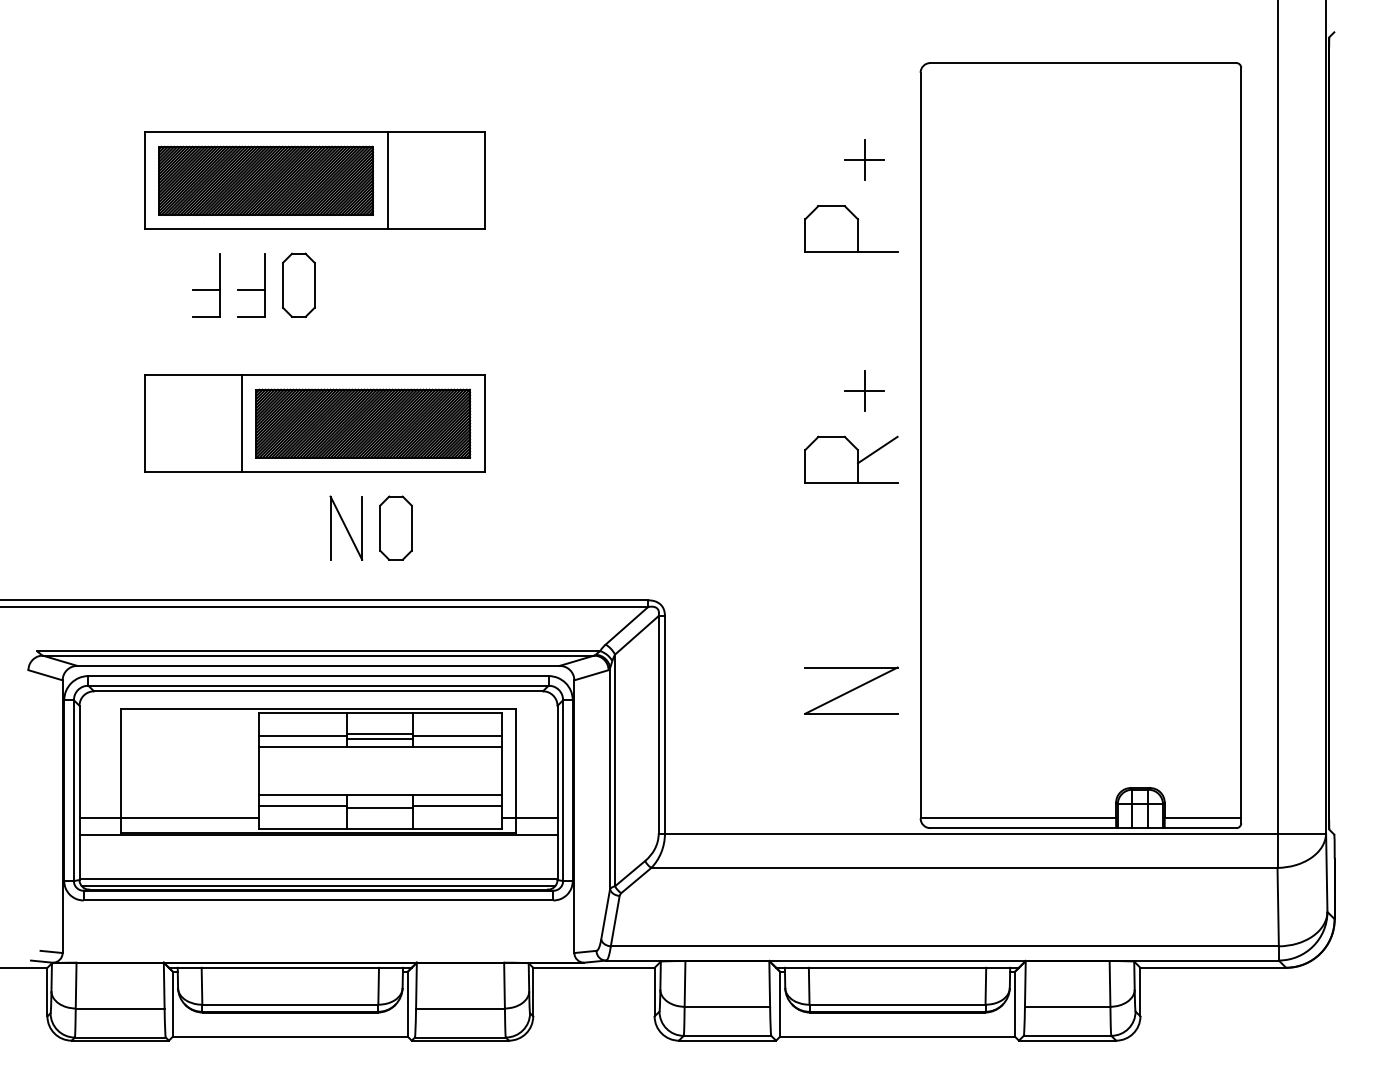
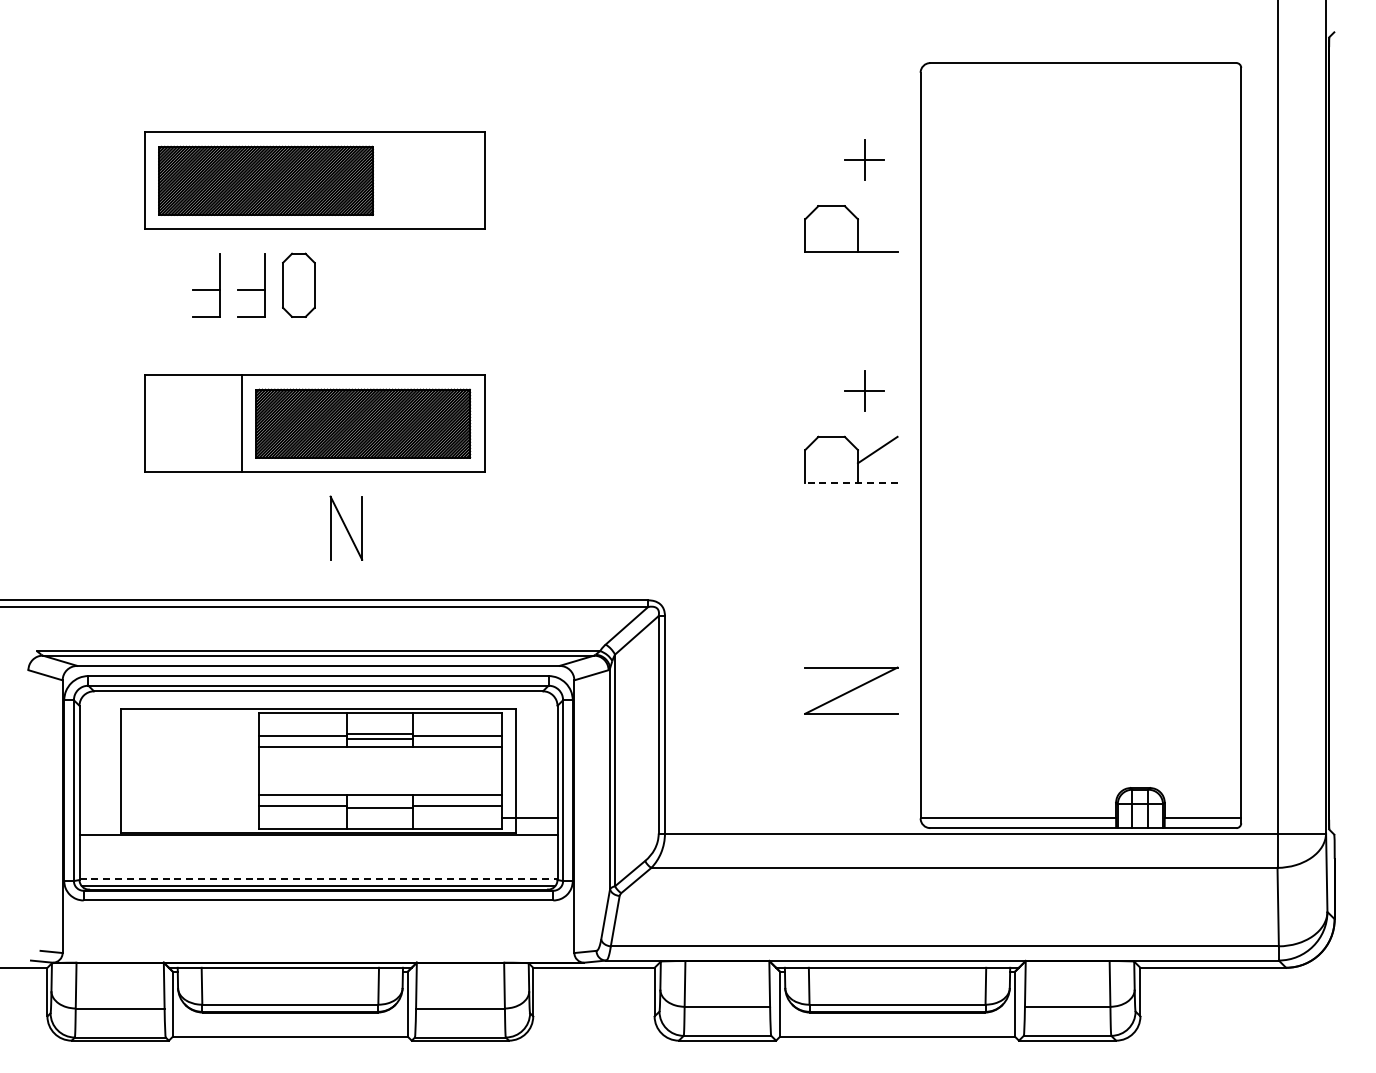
line at (387, 180): present -> none
line at (850, 483): solid -> dashed
part at (395, 527): present -> none
line at (168, 818): present -> none
line at (318, 879): solid -> dashed
